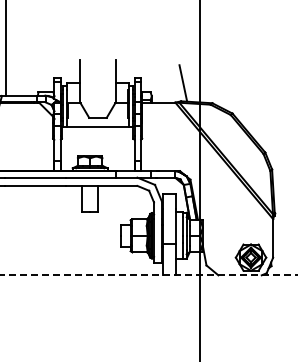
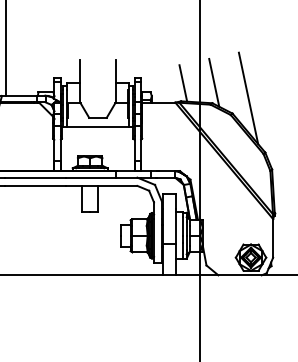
line at (214, 82): none -> present
line at (248, 98): none -> present
line at (148, 275): dashed -> solid
